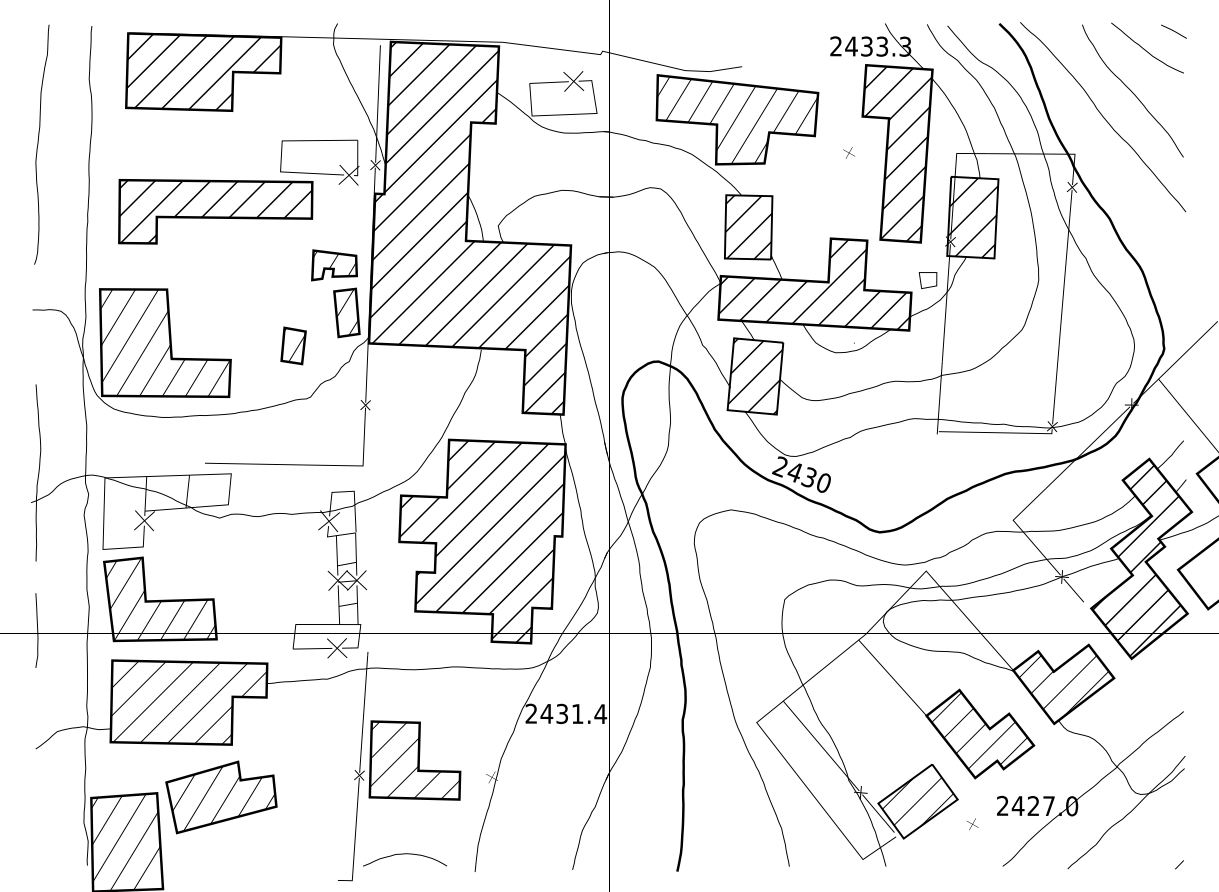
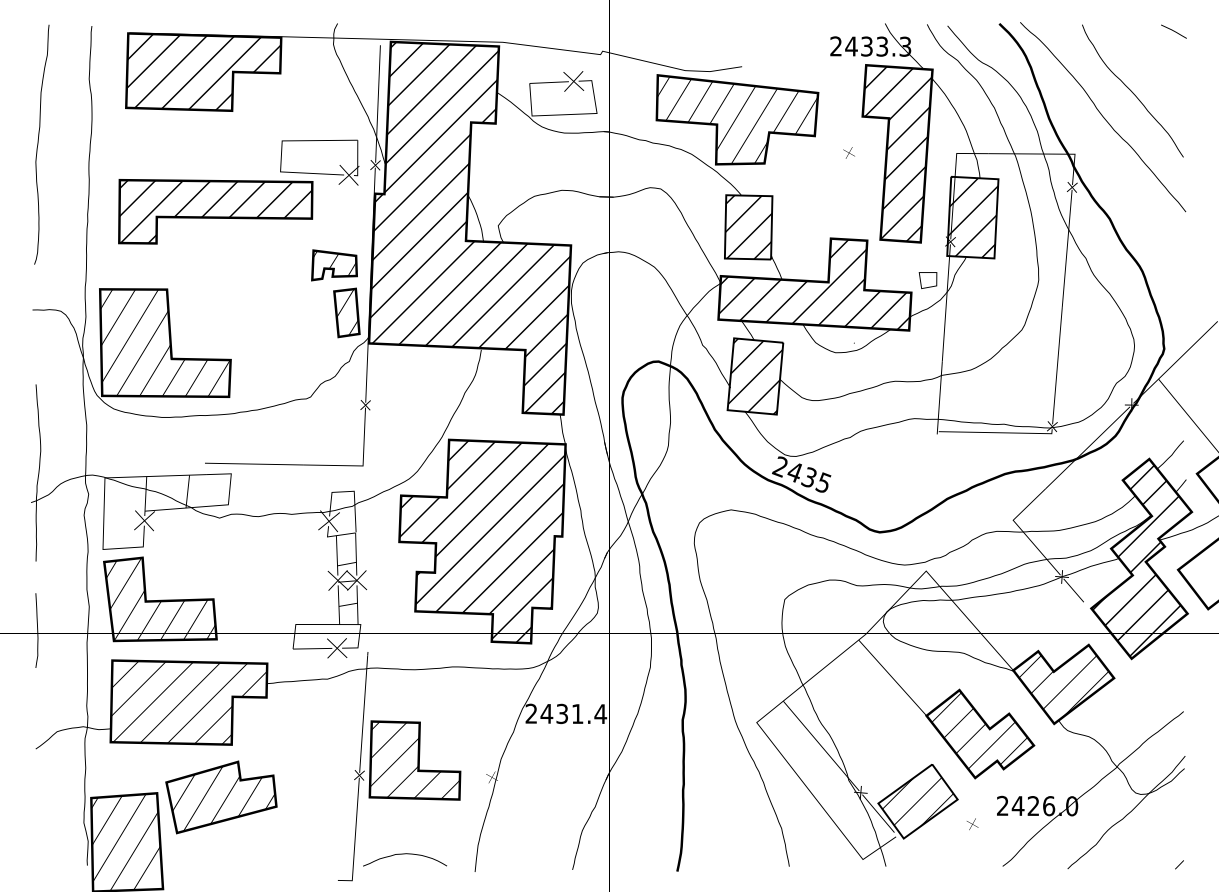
curve at (1145, 49): present -> none
part at (293, 345): present -> none
text at (823, 482): 2430 -> 2435
text at (1049, 806): 2427.0 -> 2426.0
